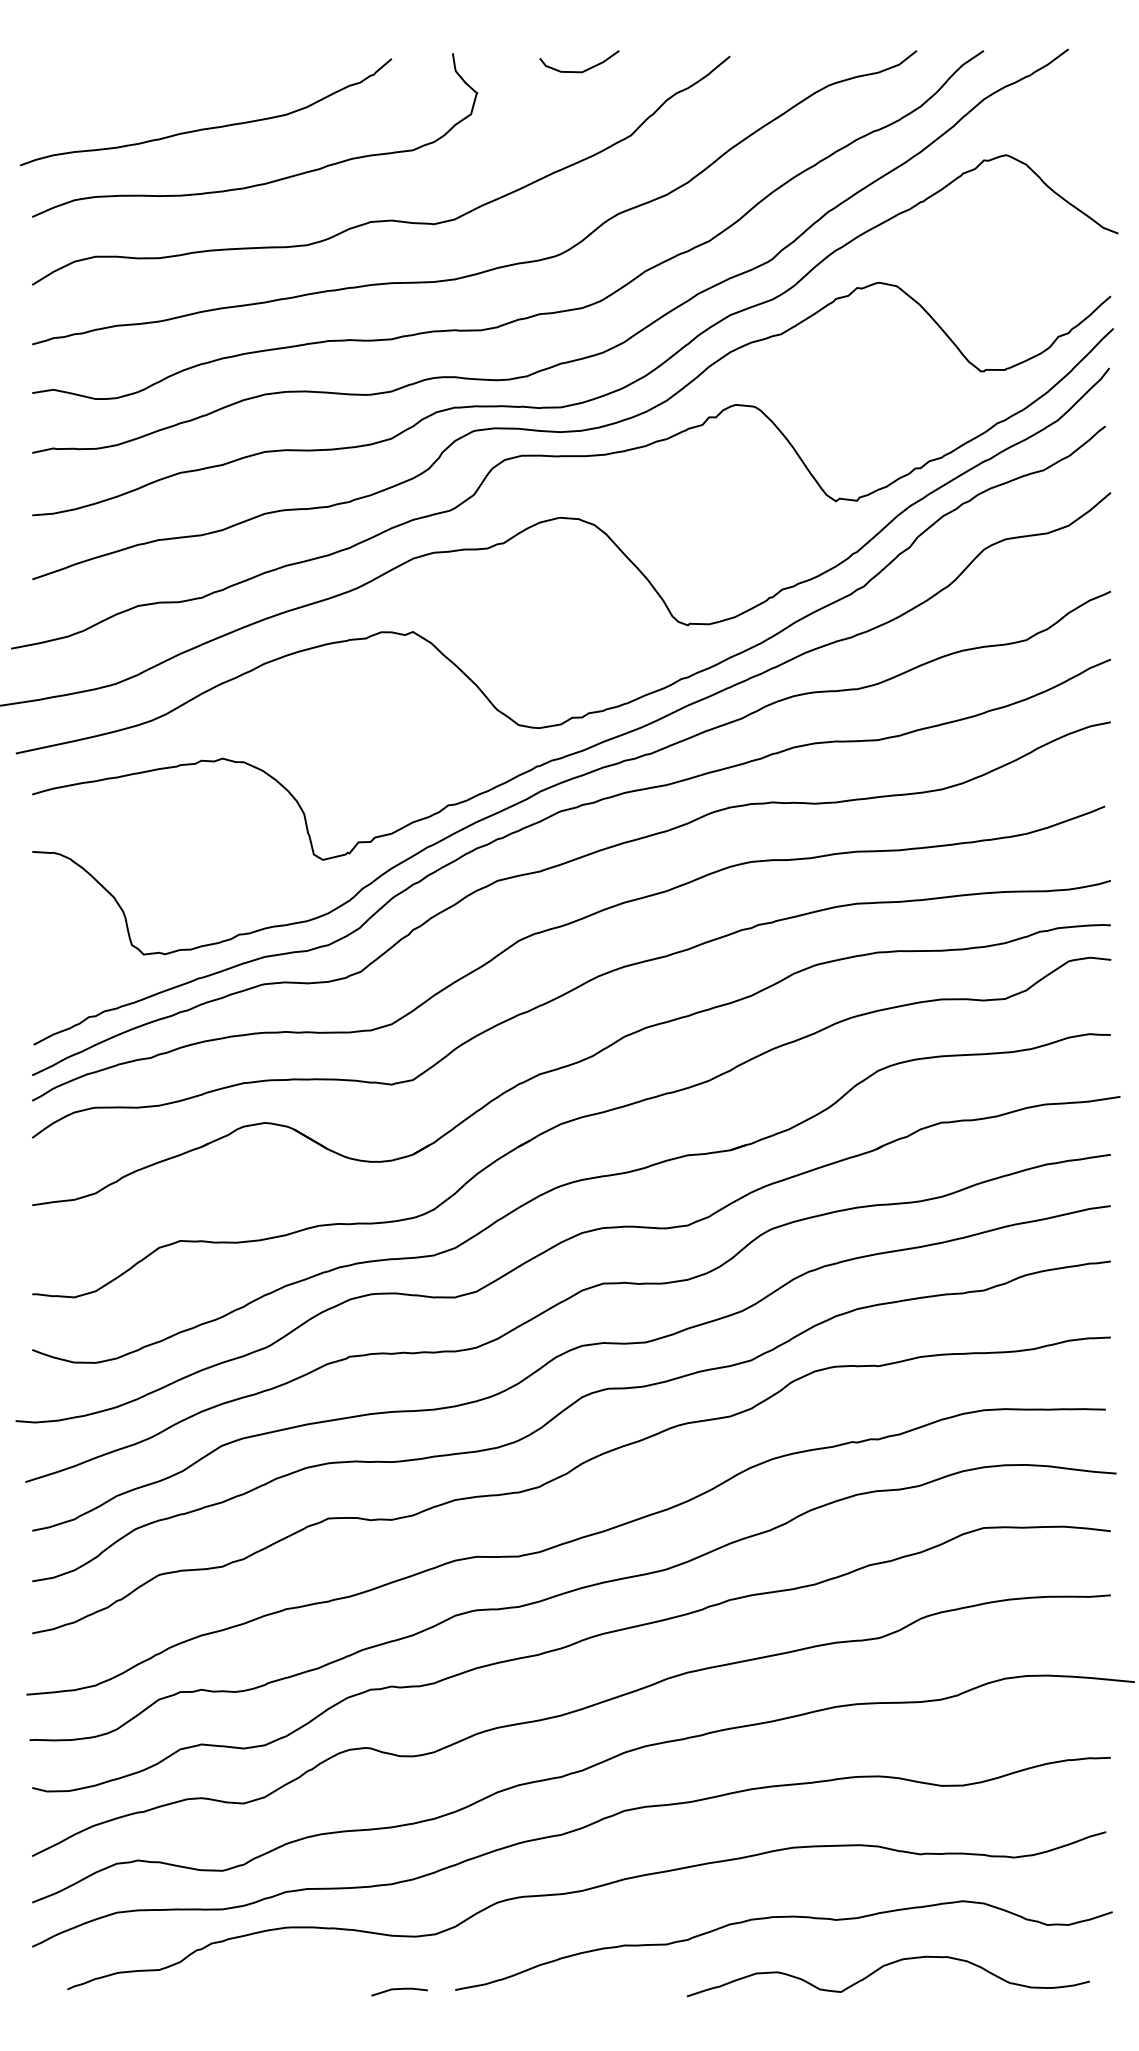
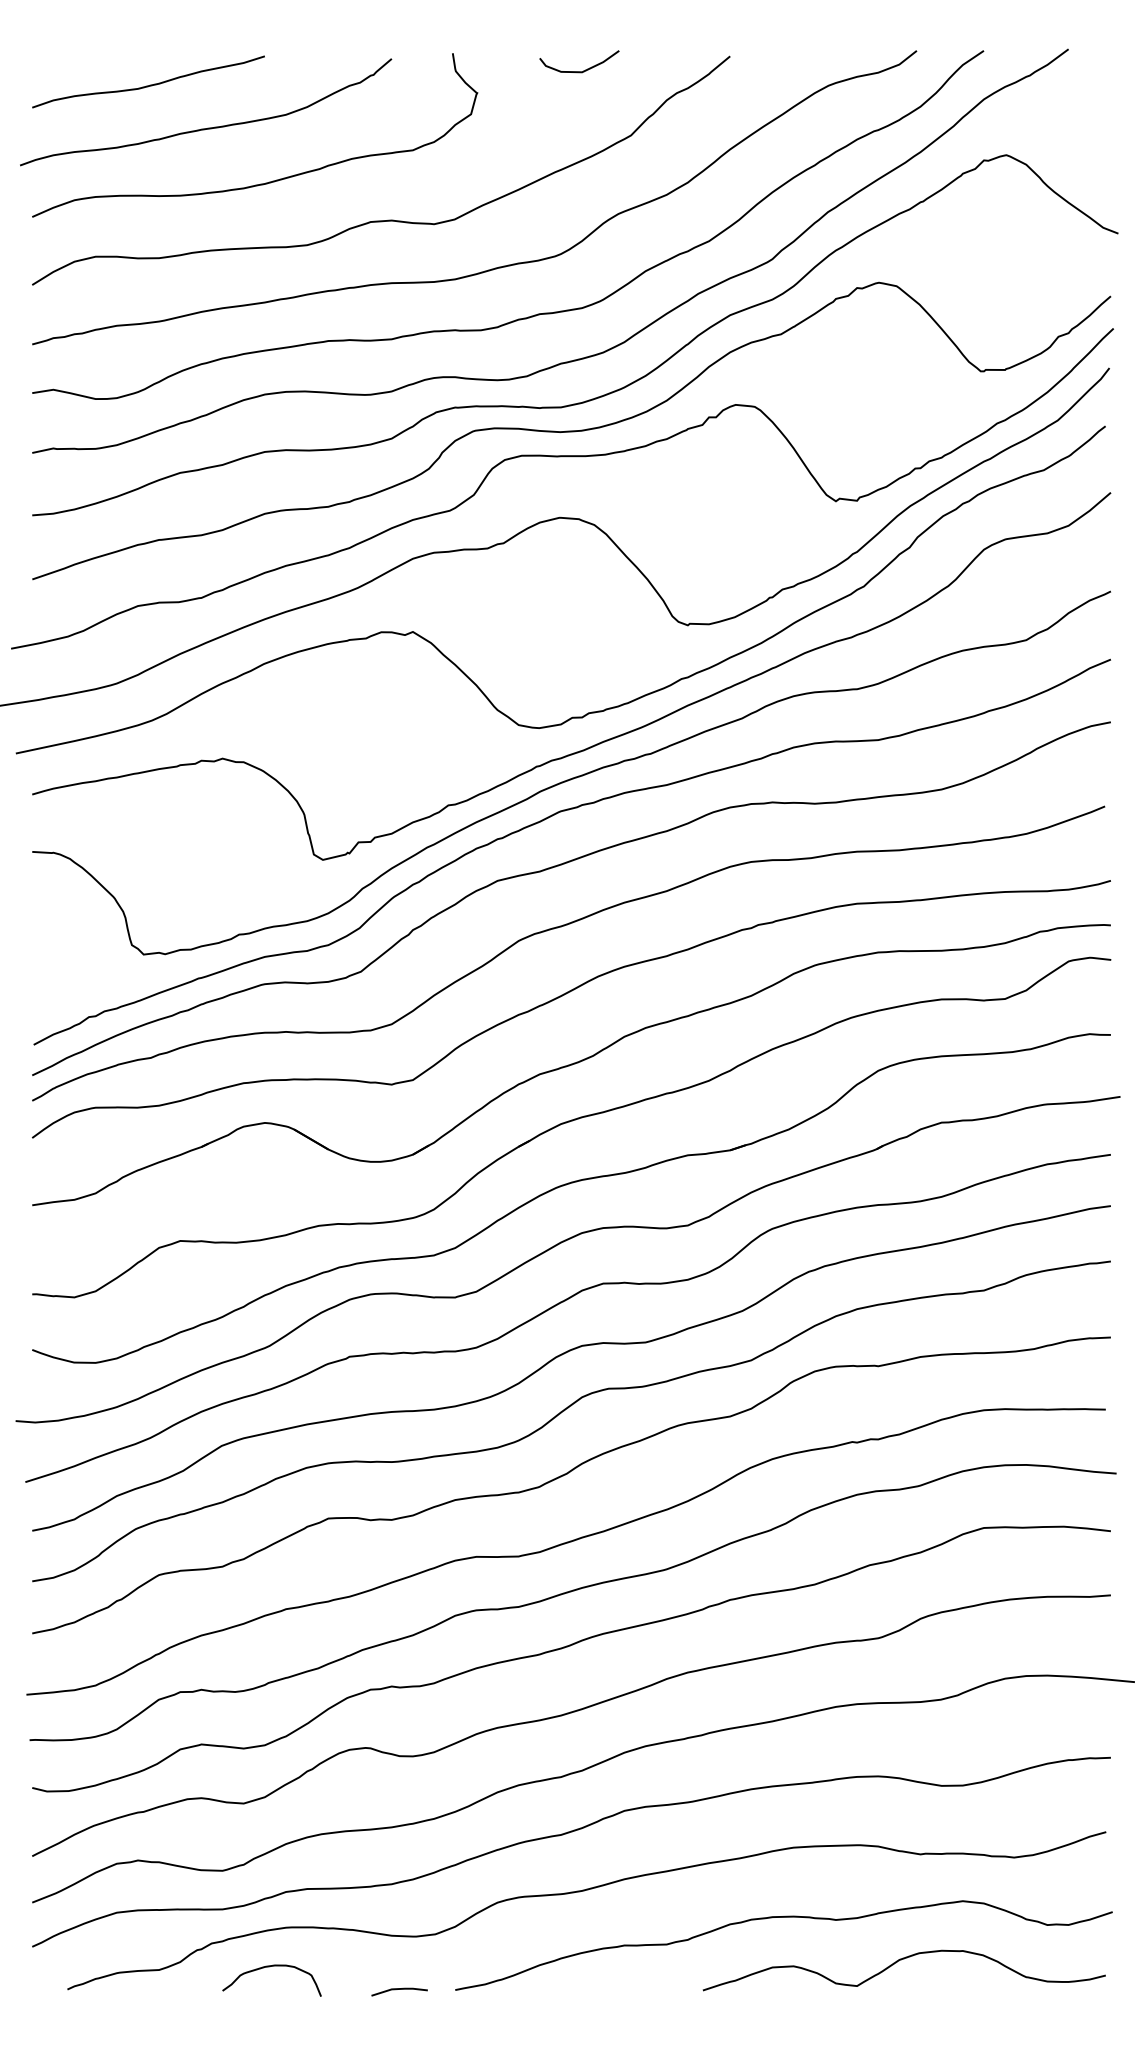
curve at (150, 84): none -> present
curve at (269, 1967): none -> present
curve at (883, 1967) position: (883, 1967) -> (899, 1961)
